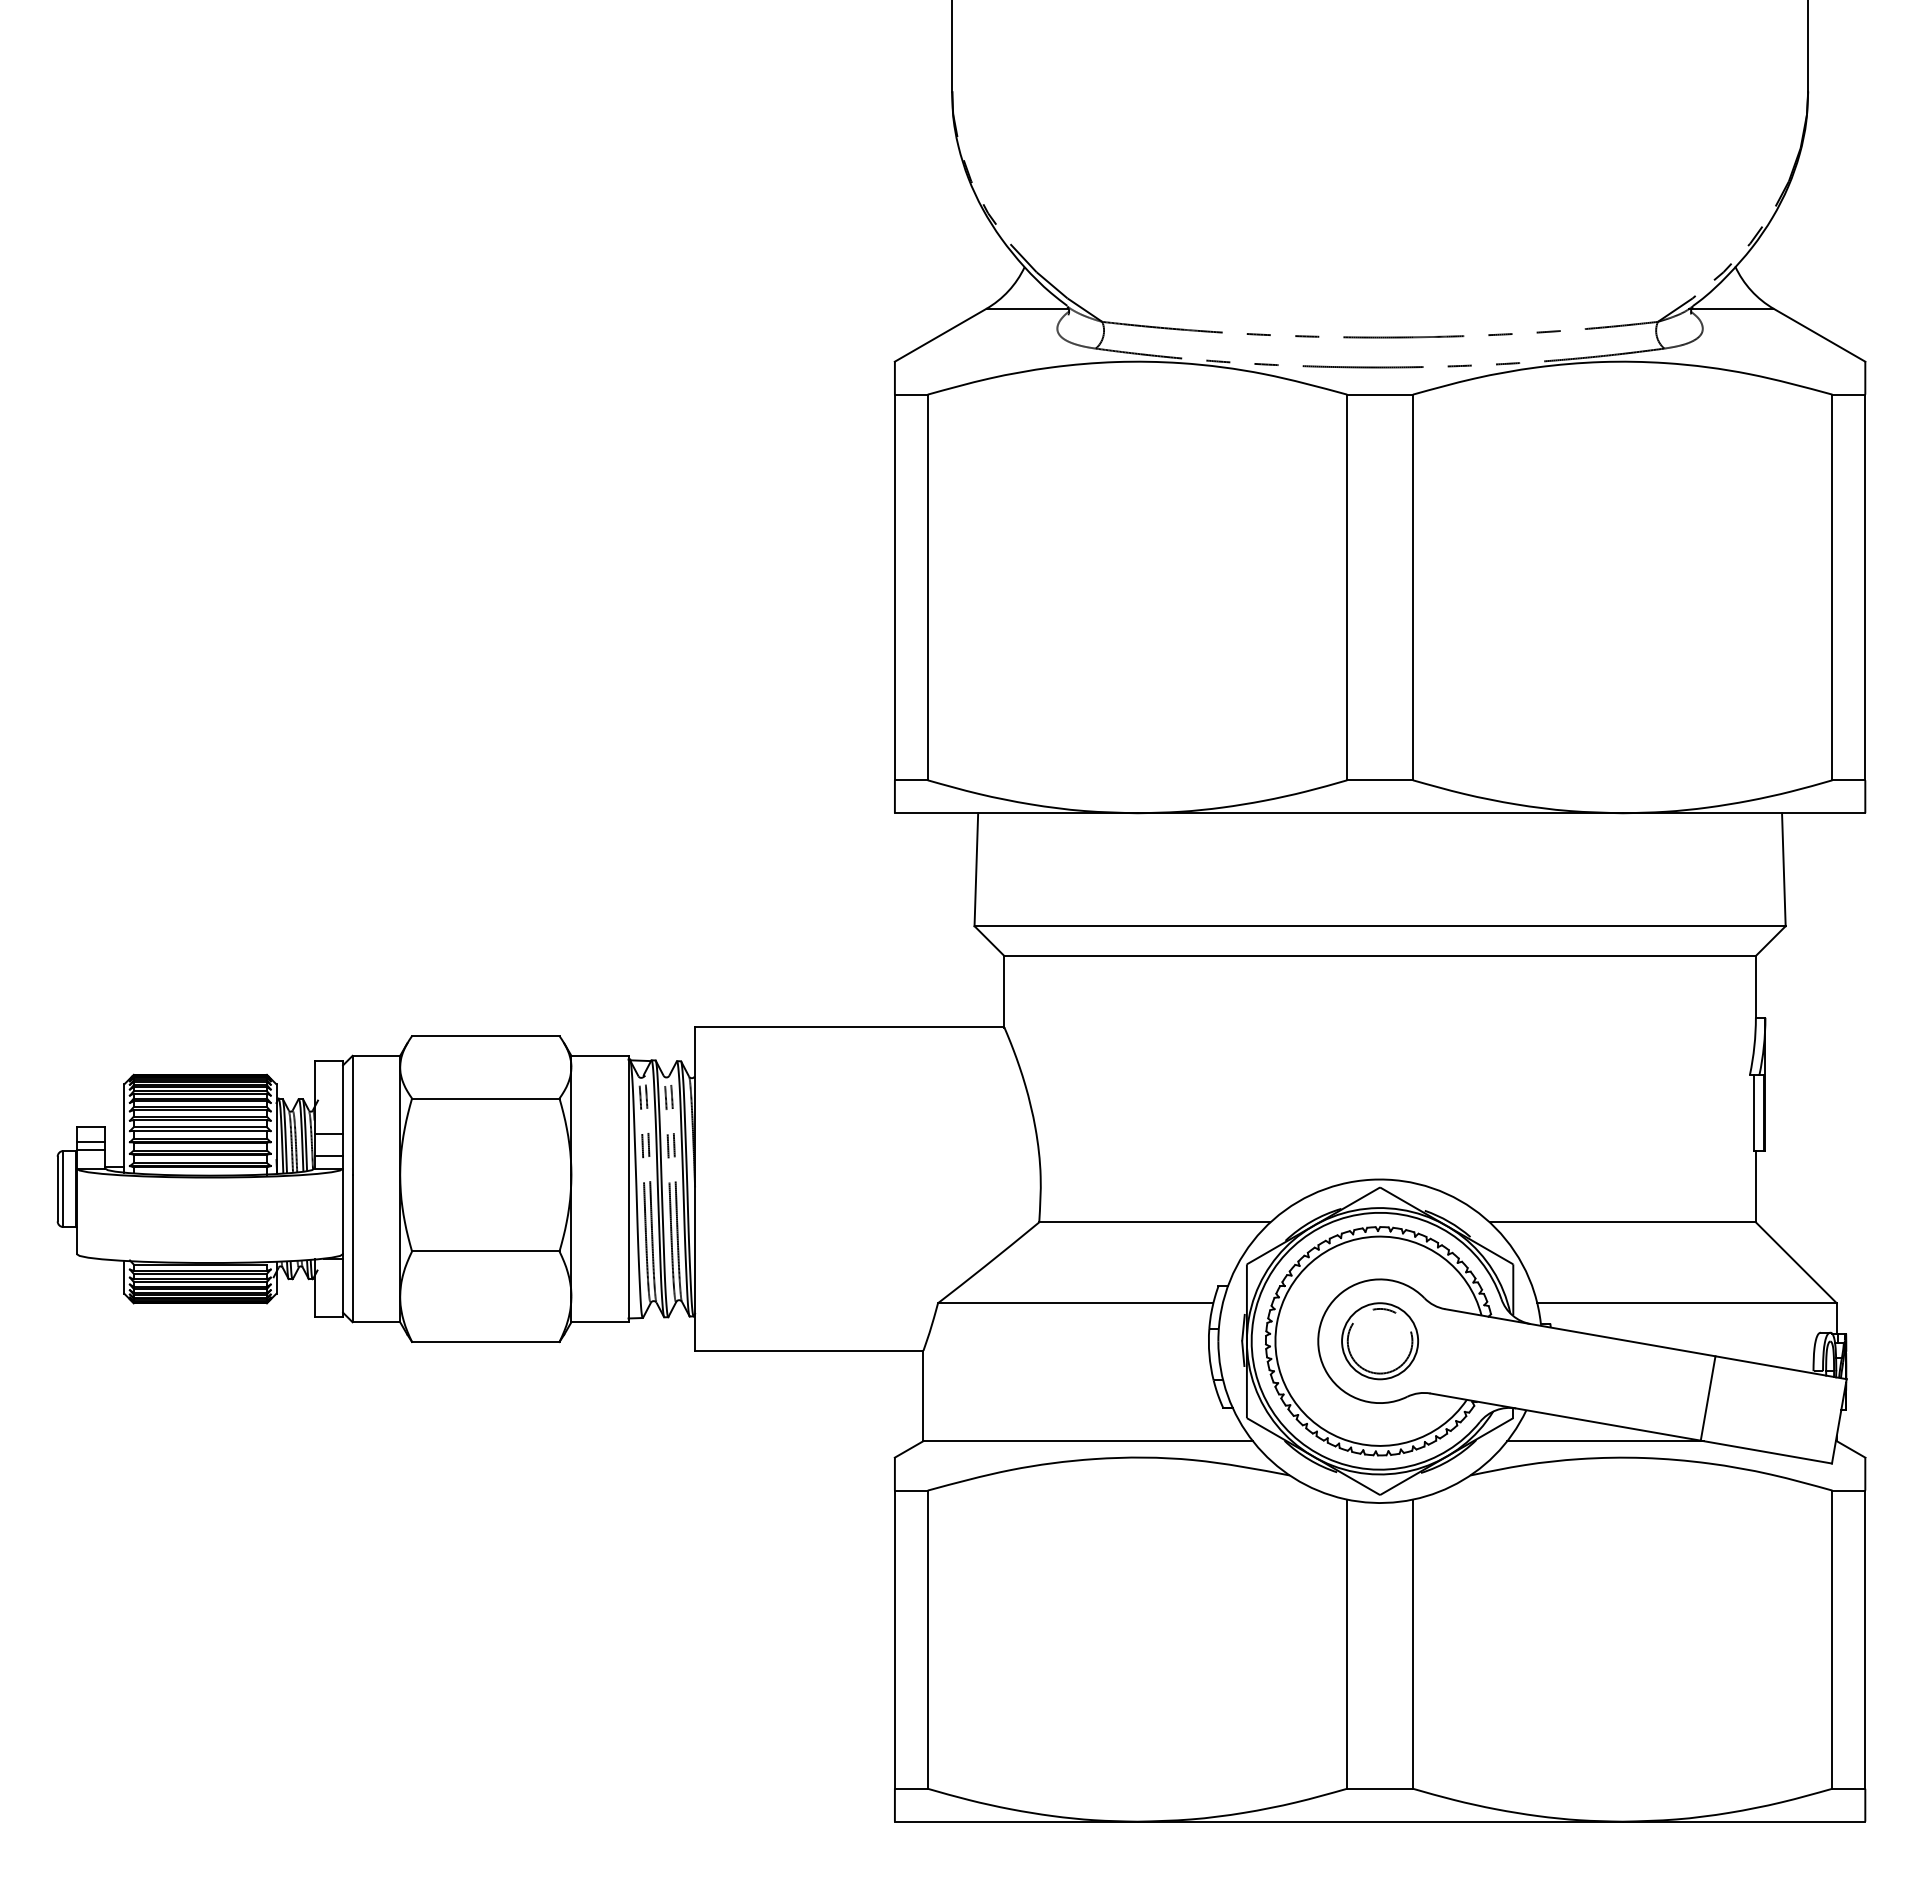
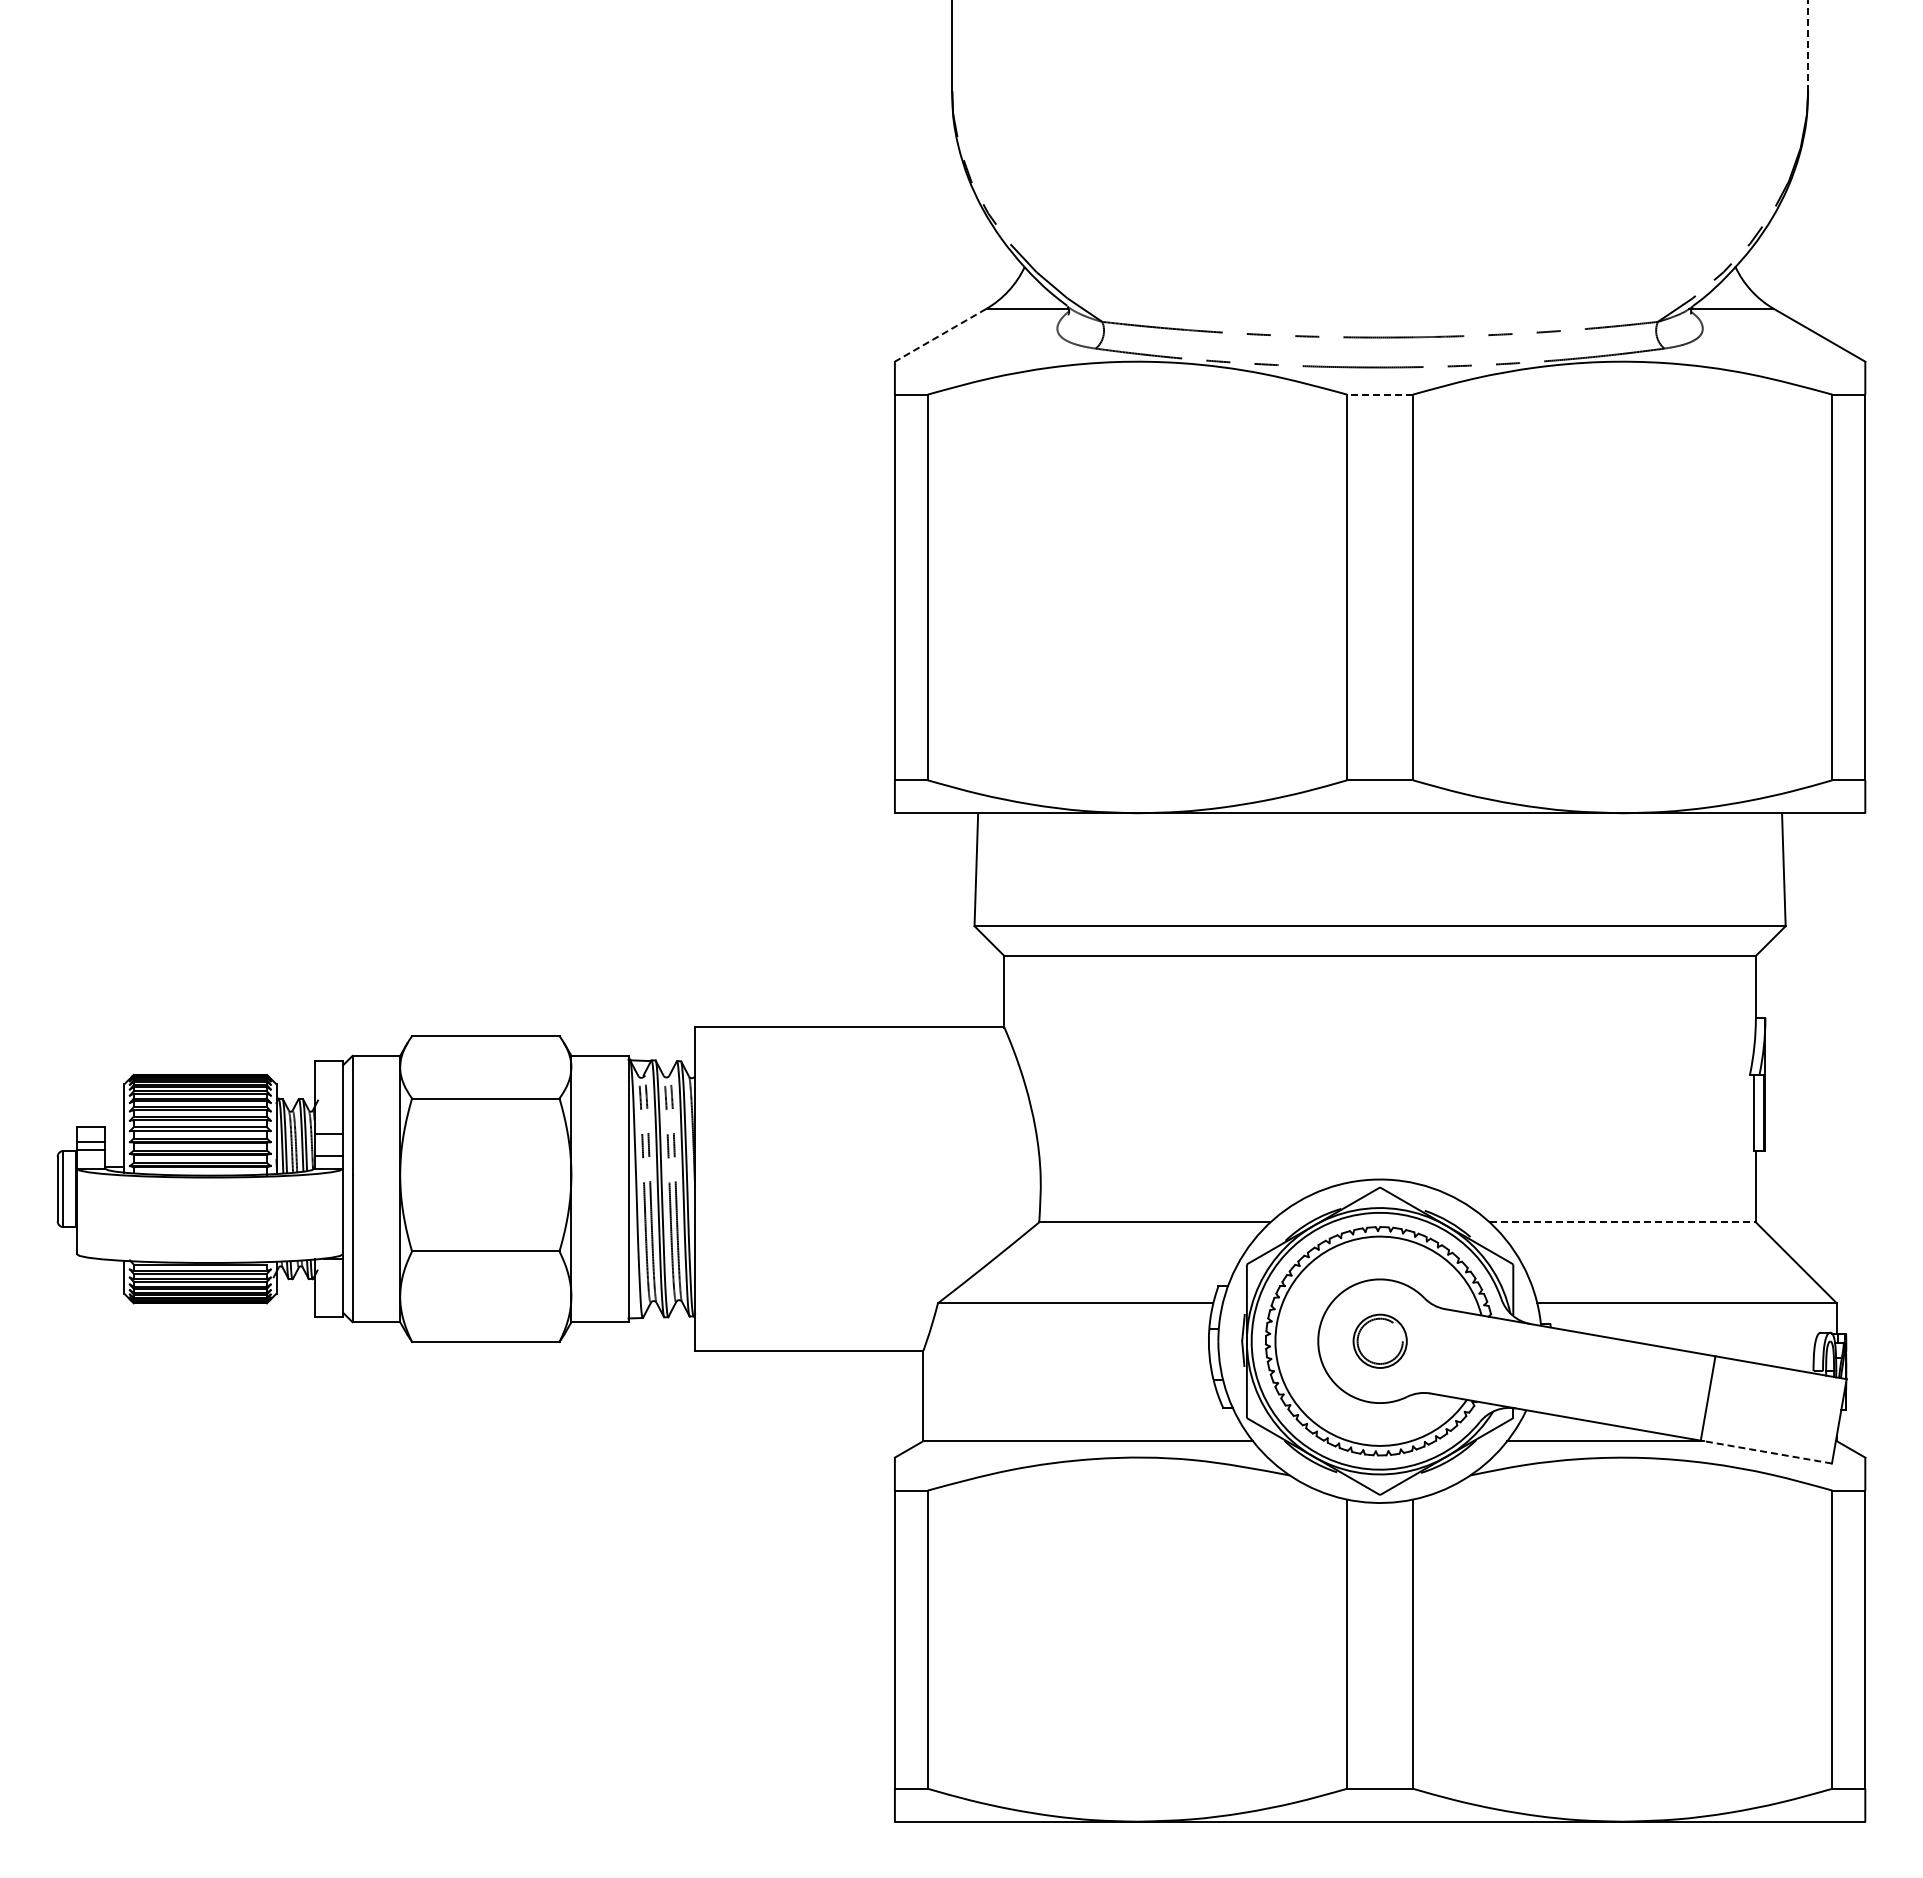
line at (1808, 45): solid -> dashed
line at (940, 335): solid -> dashed
line at (1380, 394): solid -> dashed
line at (1623, 1222): solid -> dashed
part at (1380, 1341) size: 79x79 px -> 56x56 px
line at (1766, 1452): solid -> dashed
